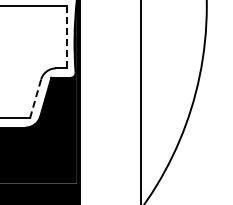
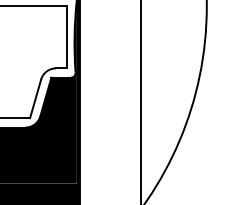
line at (67, 36): dashed -> solid
line at (35, 98): dashed -> solid
